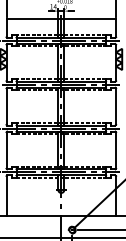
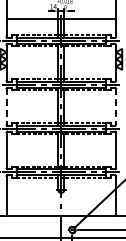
line at (6, 107): solid -> dashed
line at (116, 107): solid -> dashed
